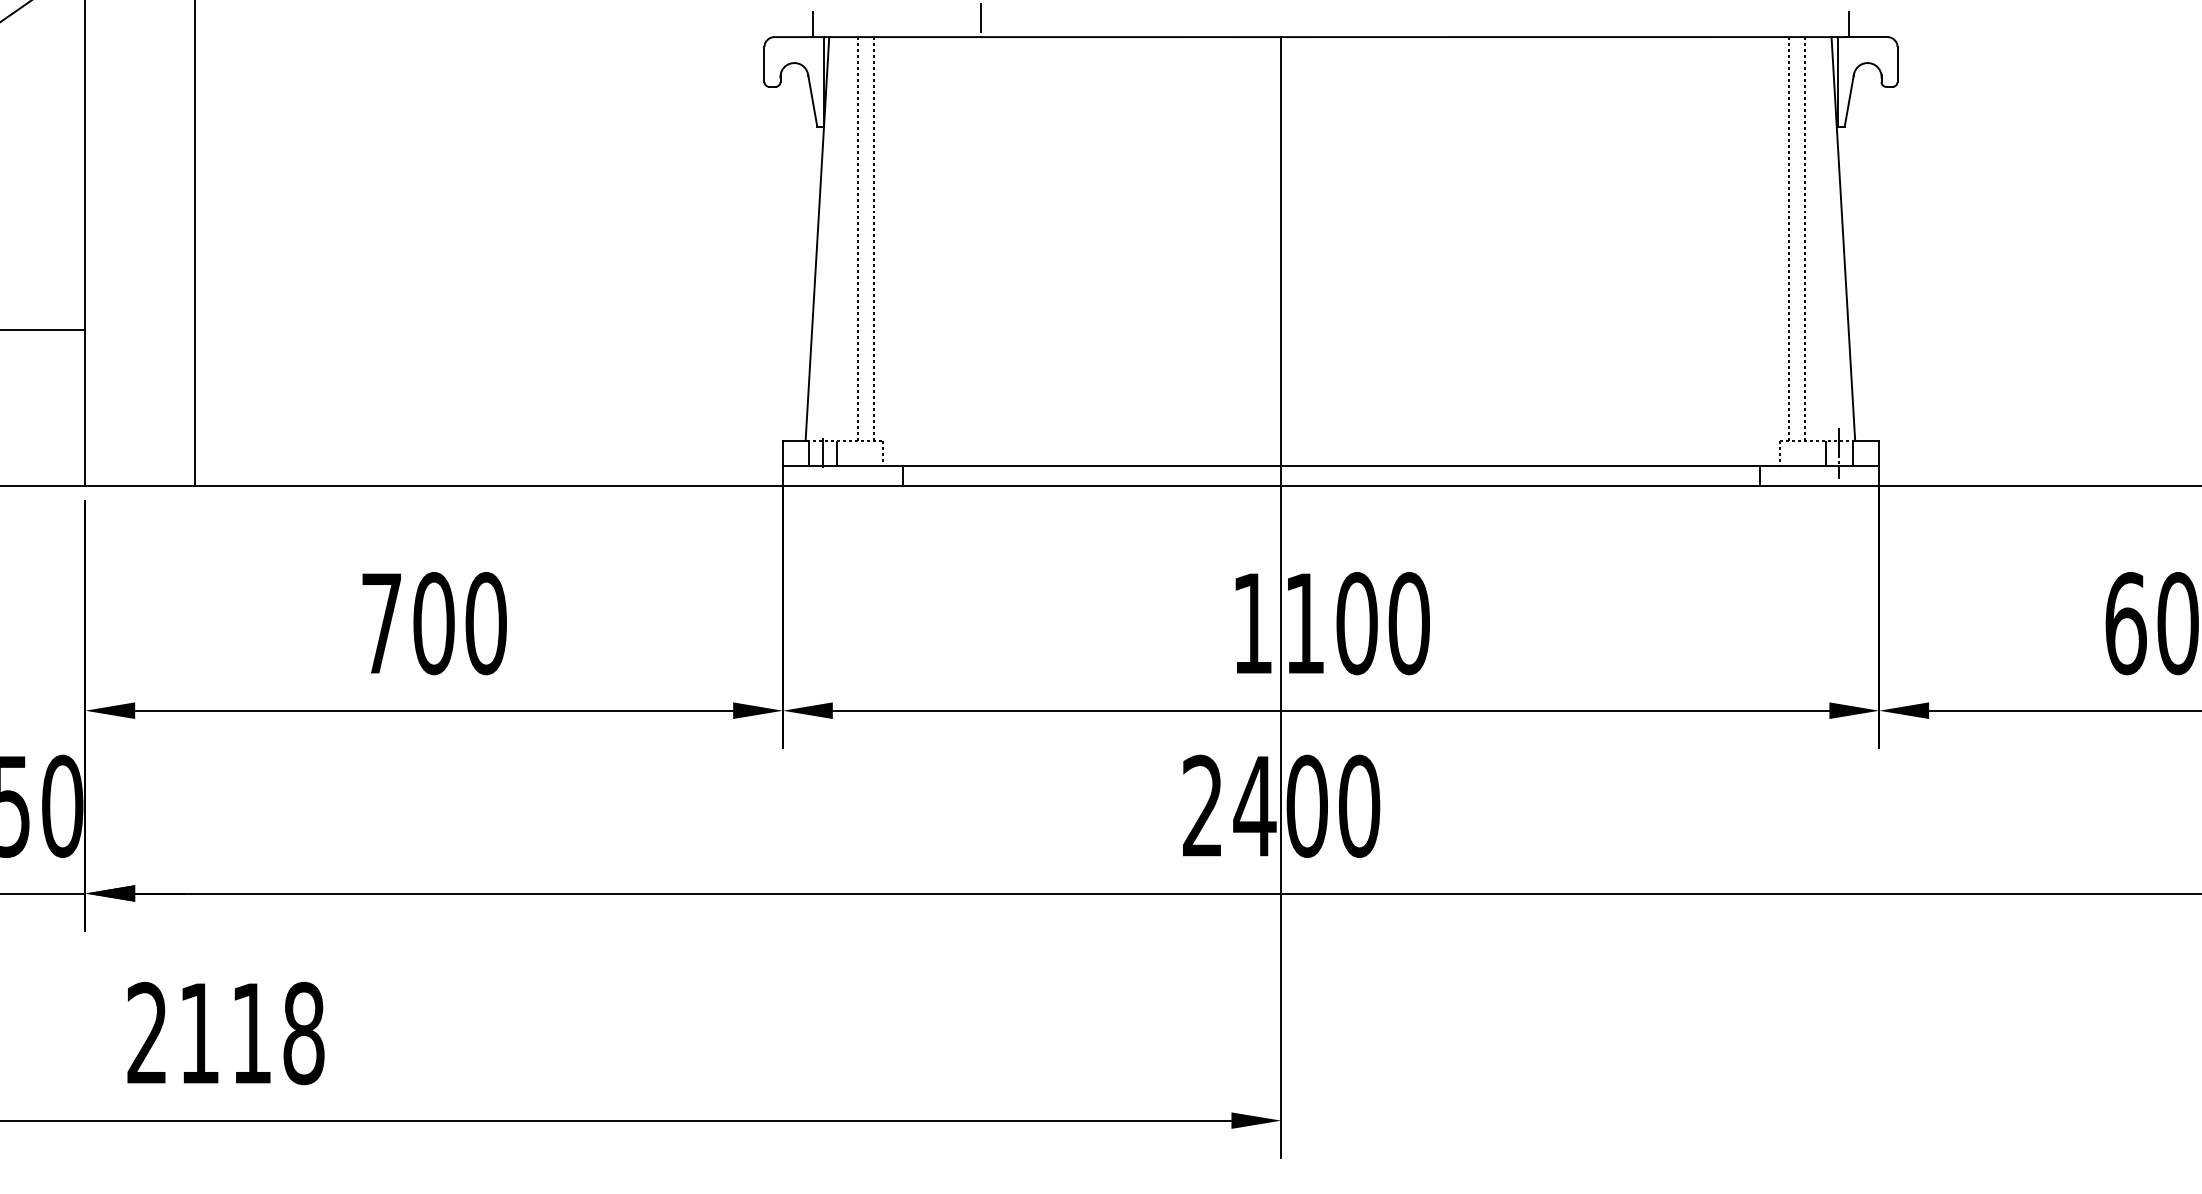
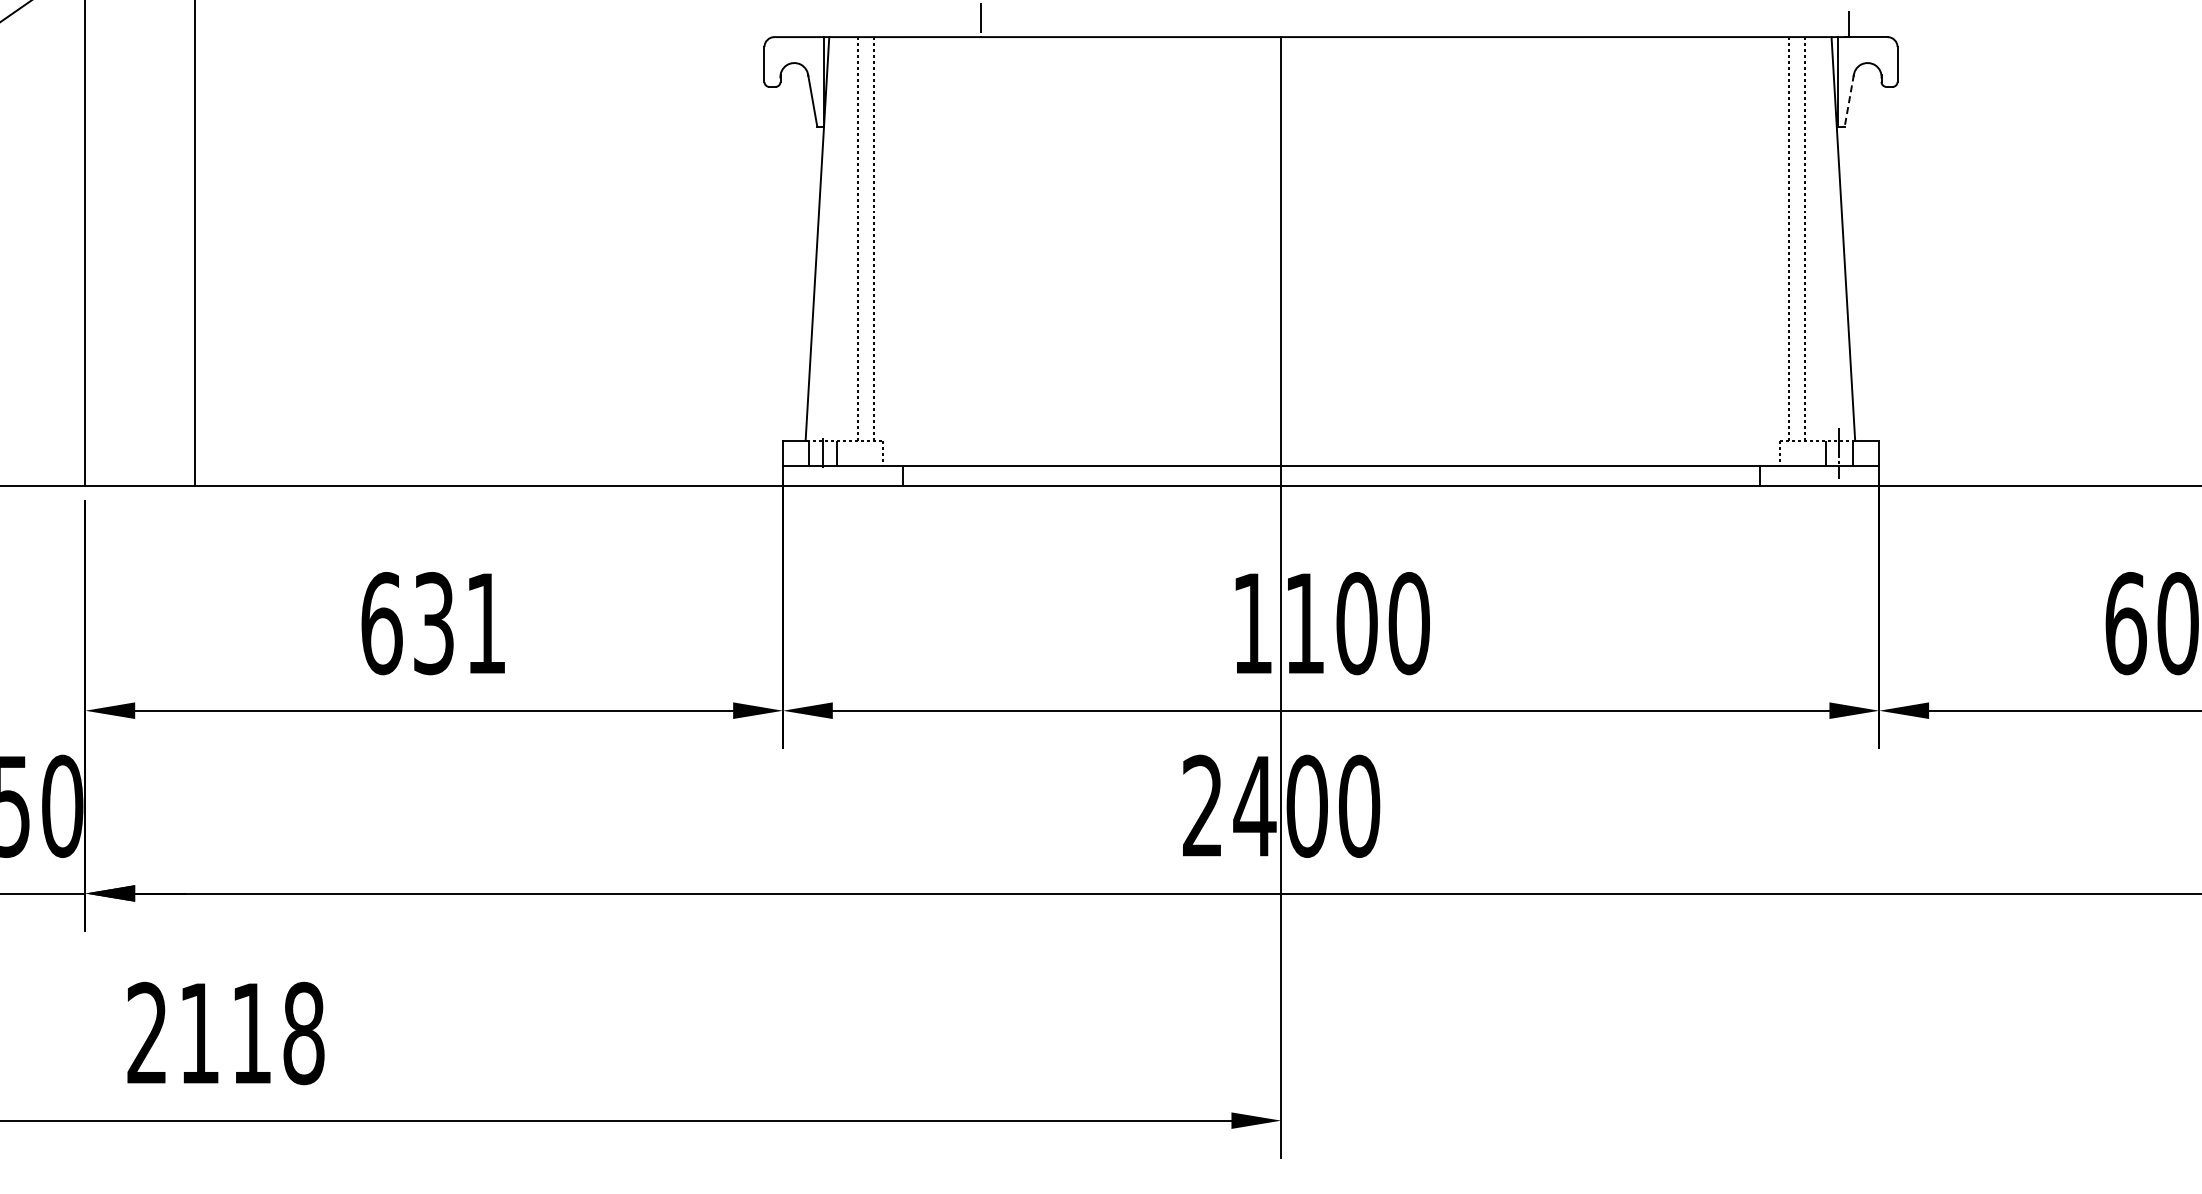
line at (812, 24): present -> none
line at (1849, 100): solid -> dashed
line at (43, 330): present -> none
text at (433, 623): 700 -> 631
